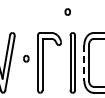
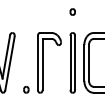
part at (67, 11) position: (67, 11) -> (72, 11)
part at (26, 58) position: (26, 58) -> (26, 89)
line at (84, 62): dashed -> solid
